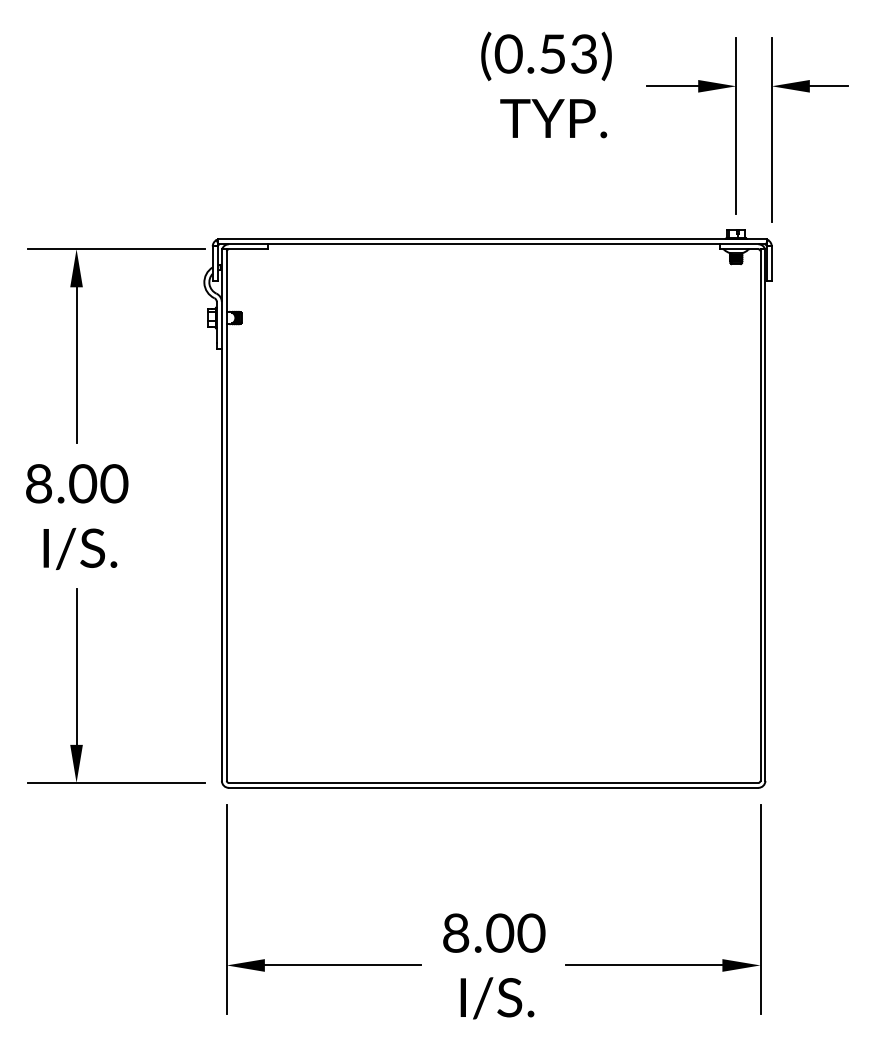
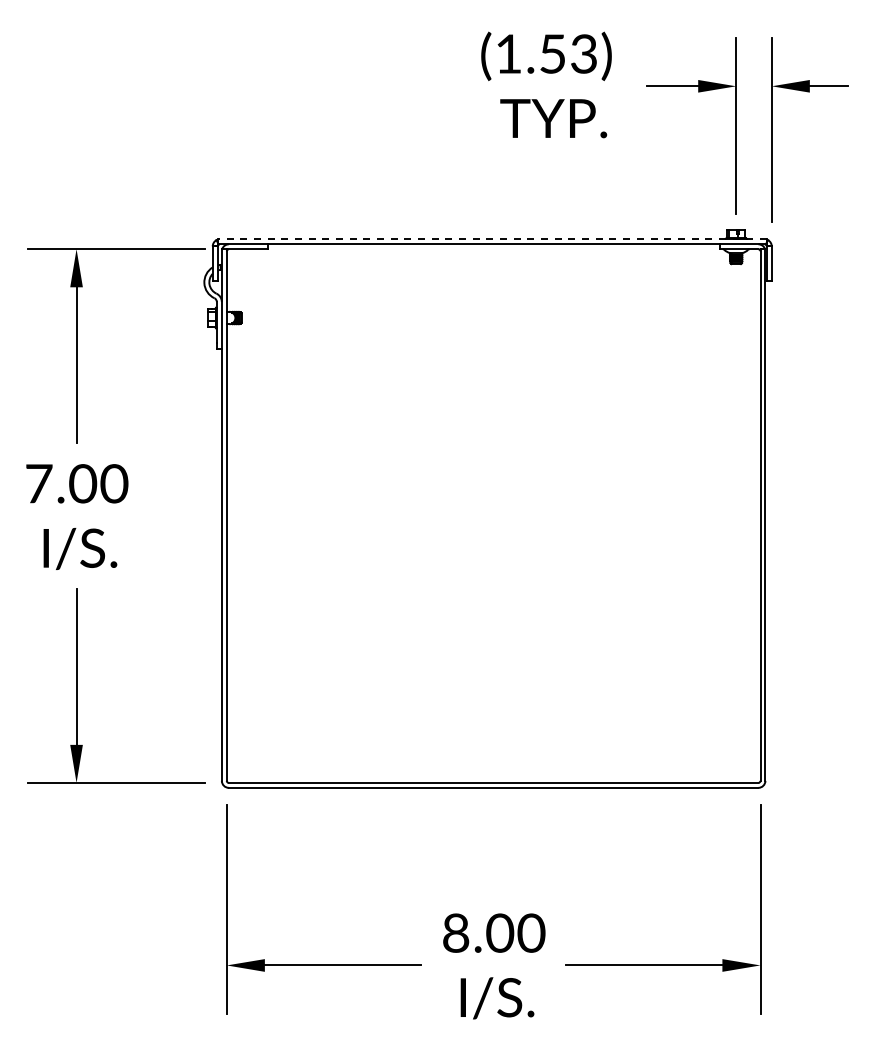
text at (508, 53): (0.53) -> (1.53)
line at (492, 239): solid -> dashed
text at (39, 483): 8.00 -> 7.00
